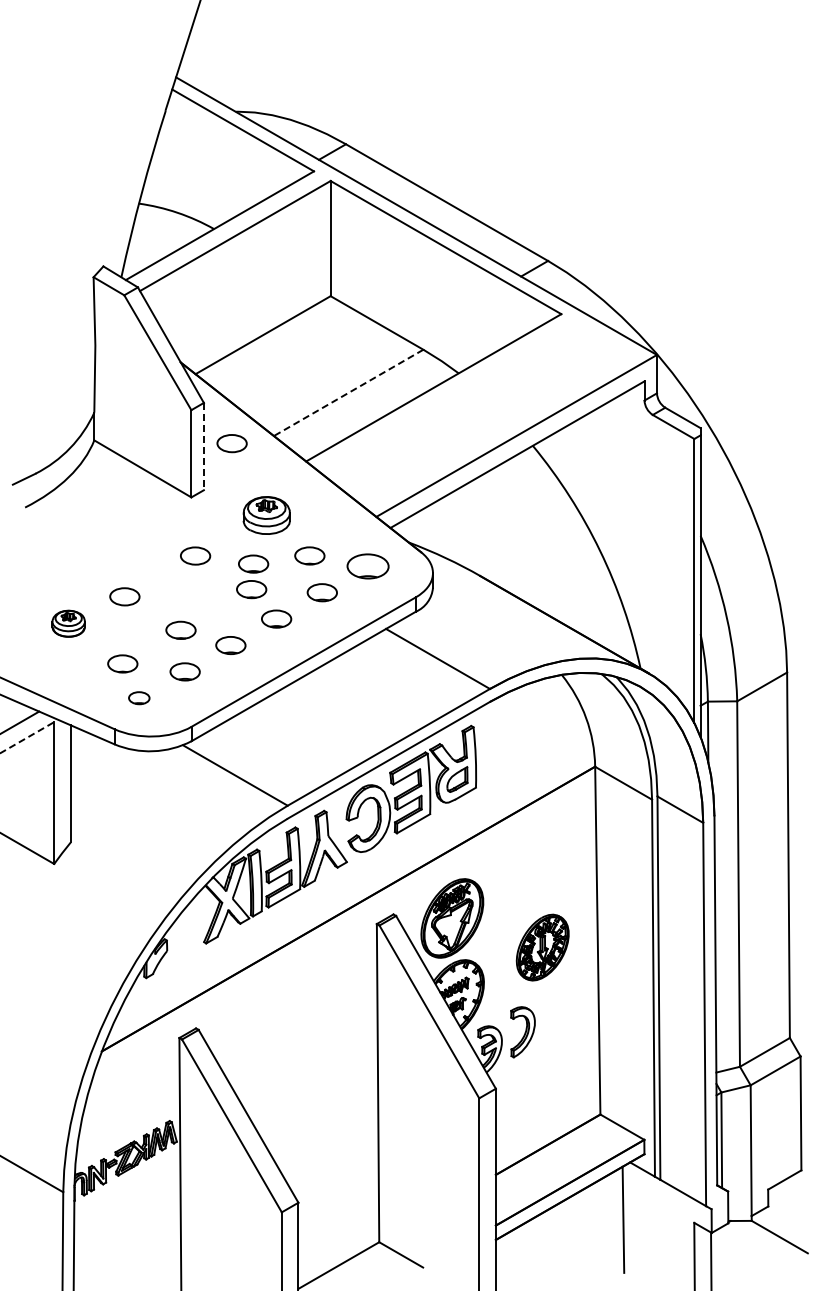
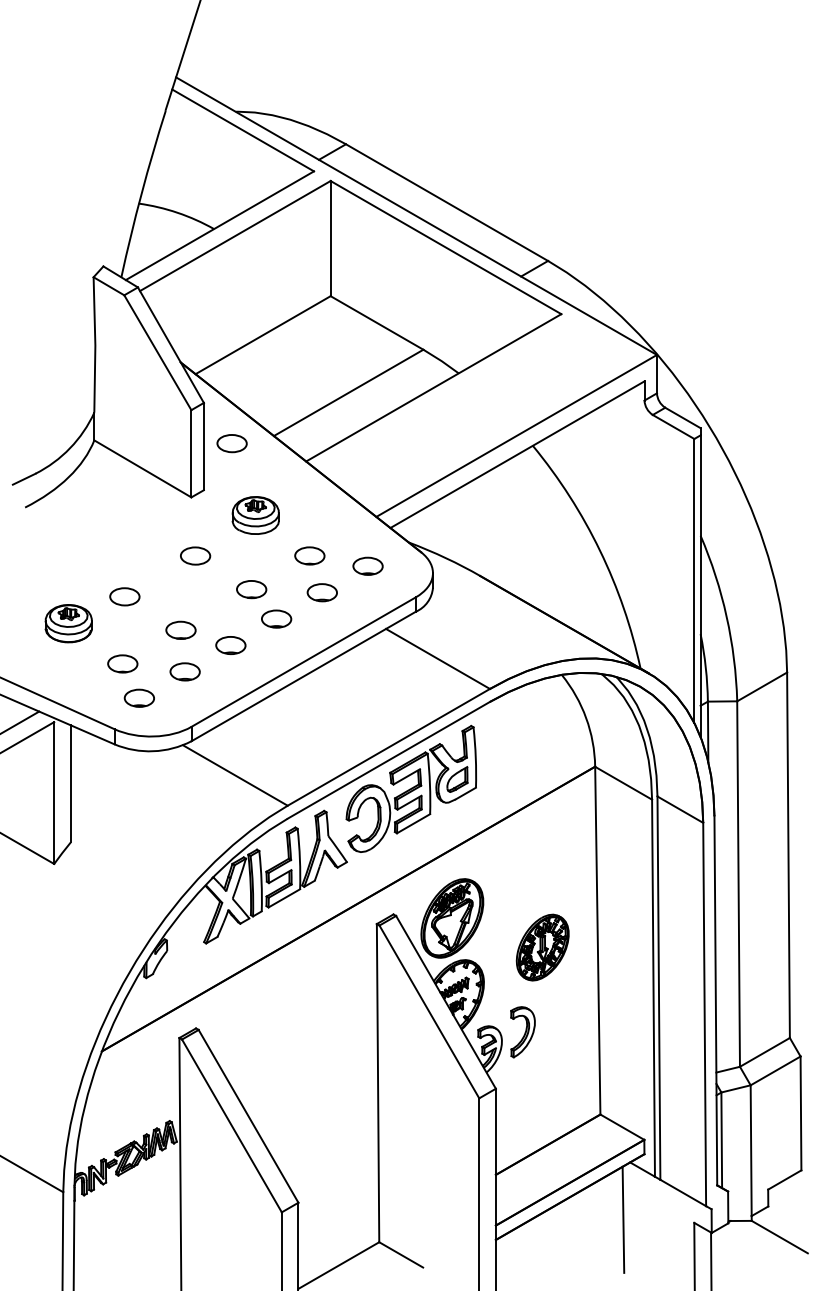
line at (348, 393): dashed -> solid
line at (203, 446): dashed -> solid
part at (266, 515) position: (266, 515) -> (255, 515)
part at (253, 563): present -> none
part at (367, 566) size: 44x27 px -> 32x20 px
part at (68, 623) size: 35x29 px -> 49x40 px
part at (139, 698) size: 23x15 px -> 32x20 px
line at (27, 737): dashed -> solid
